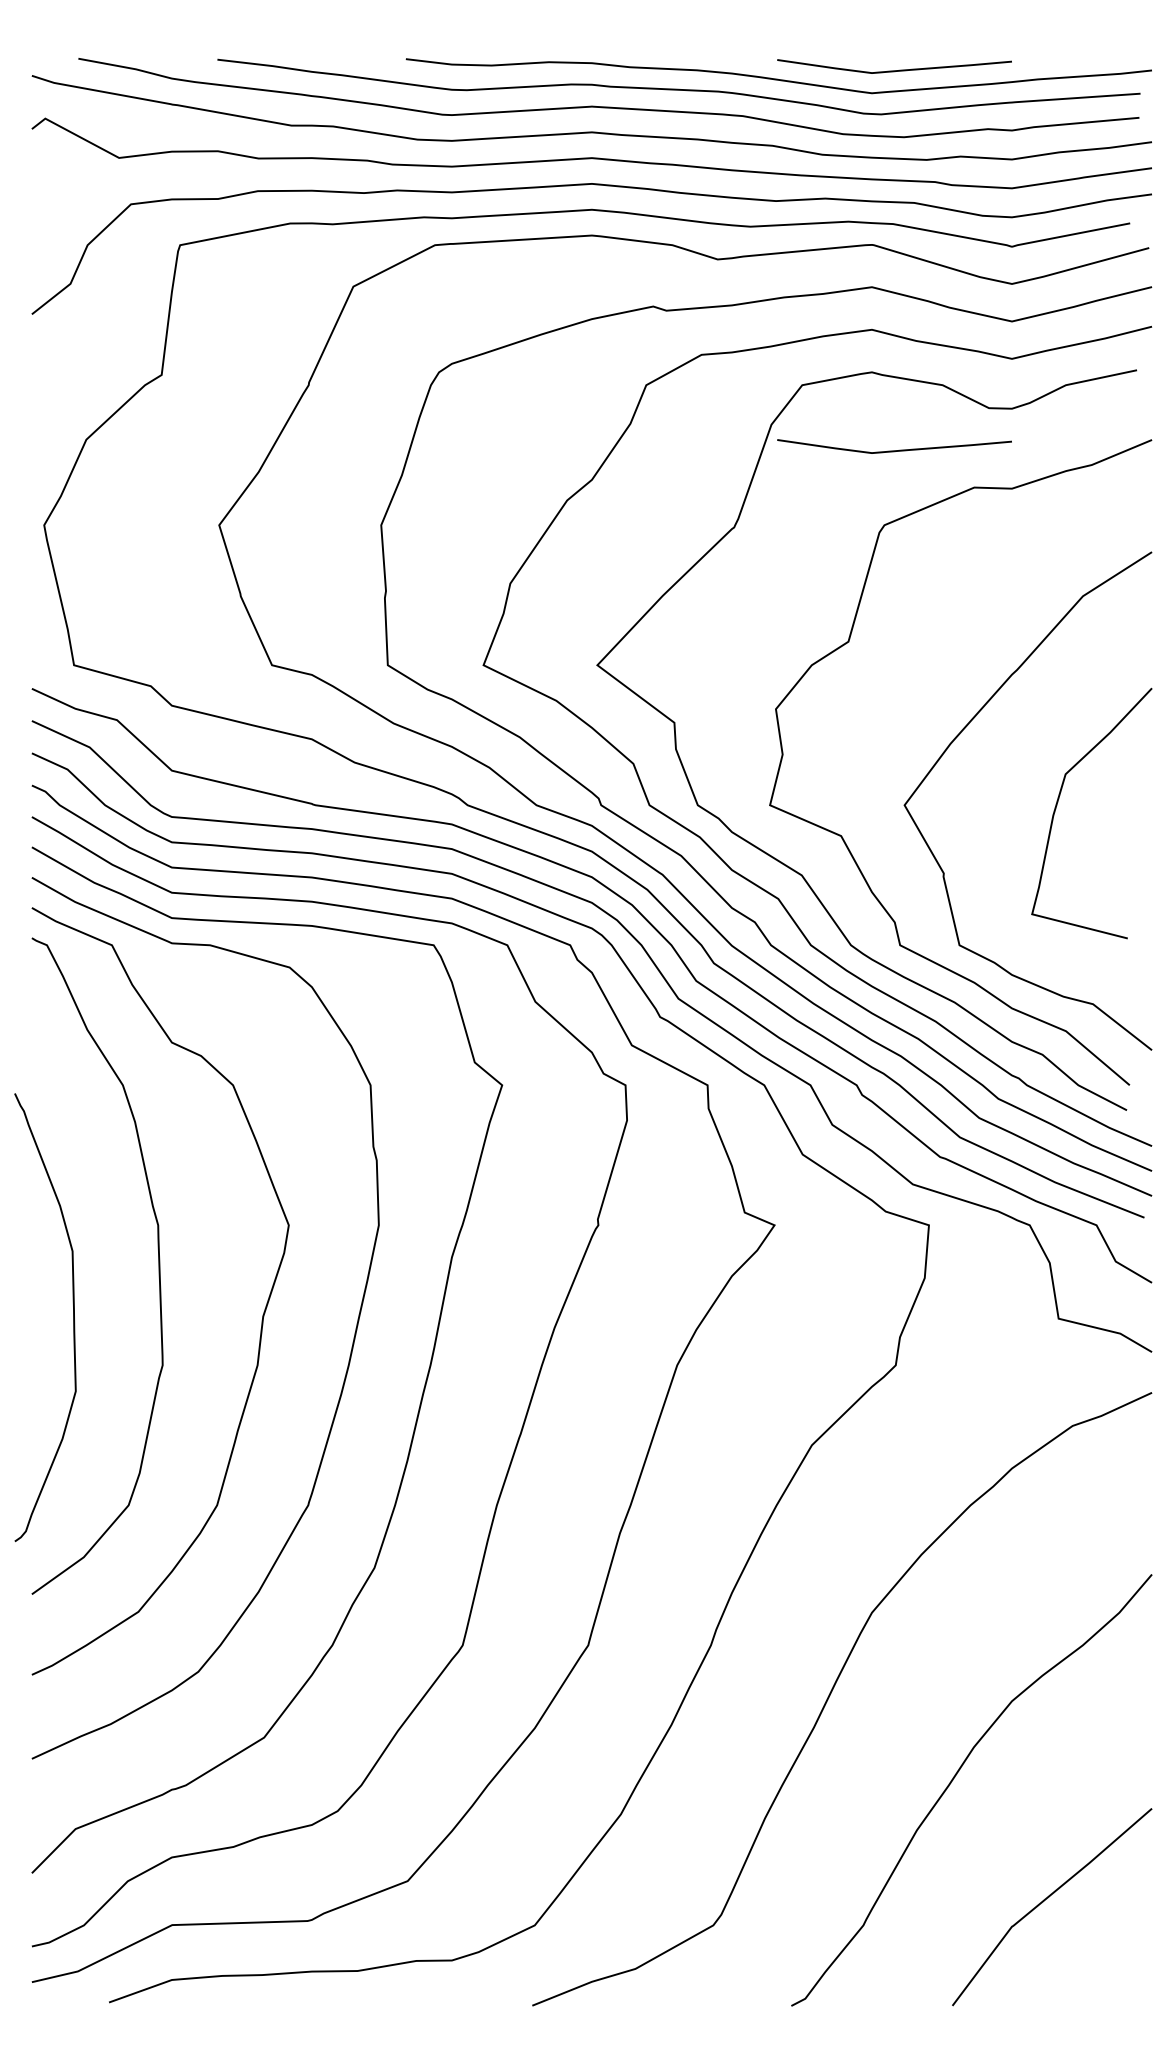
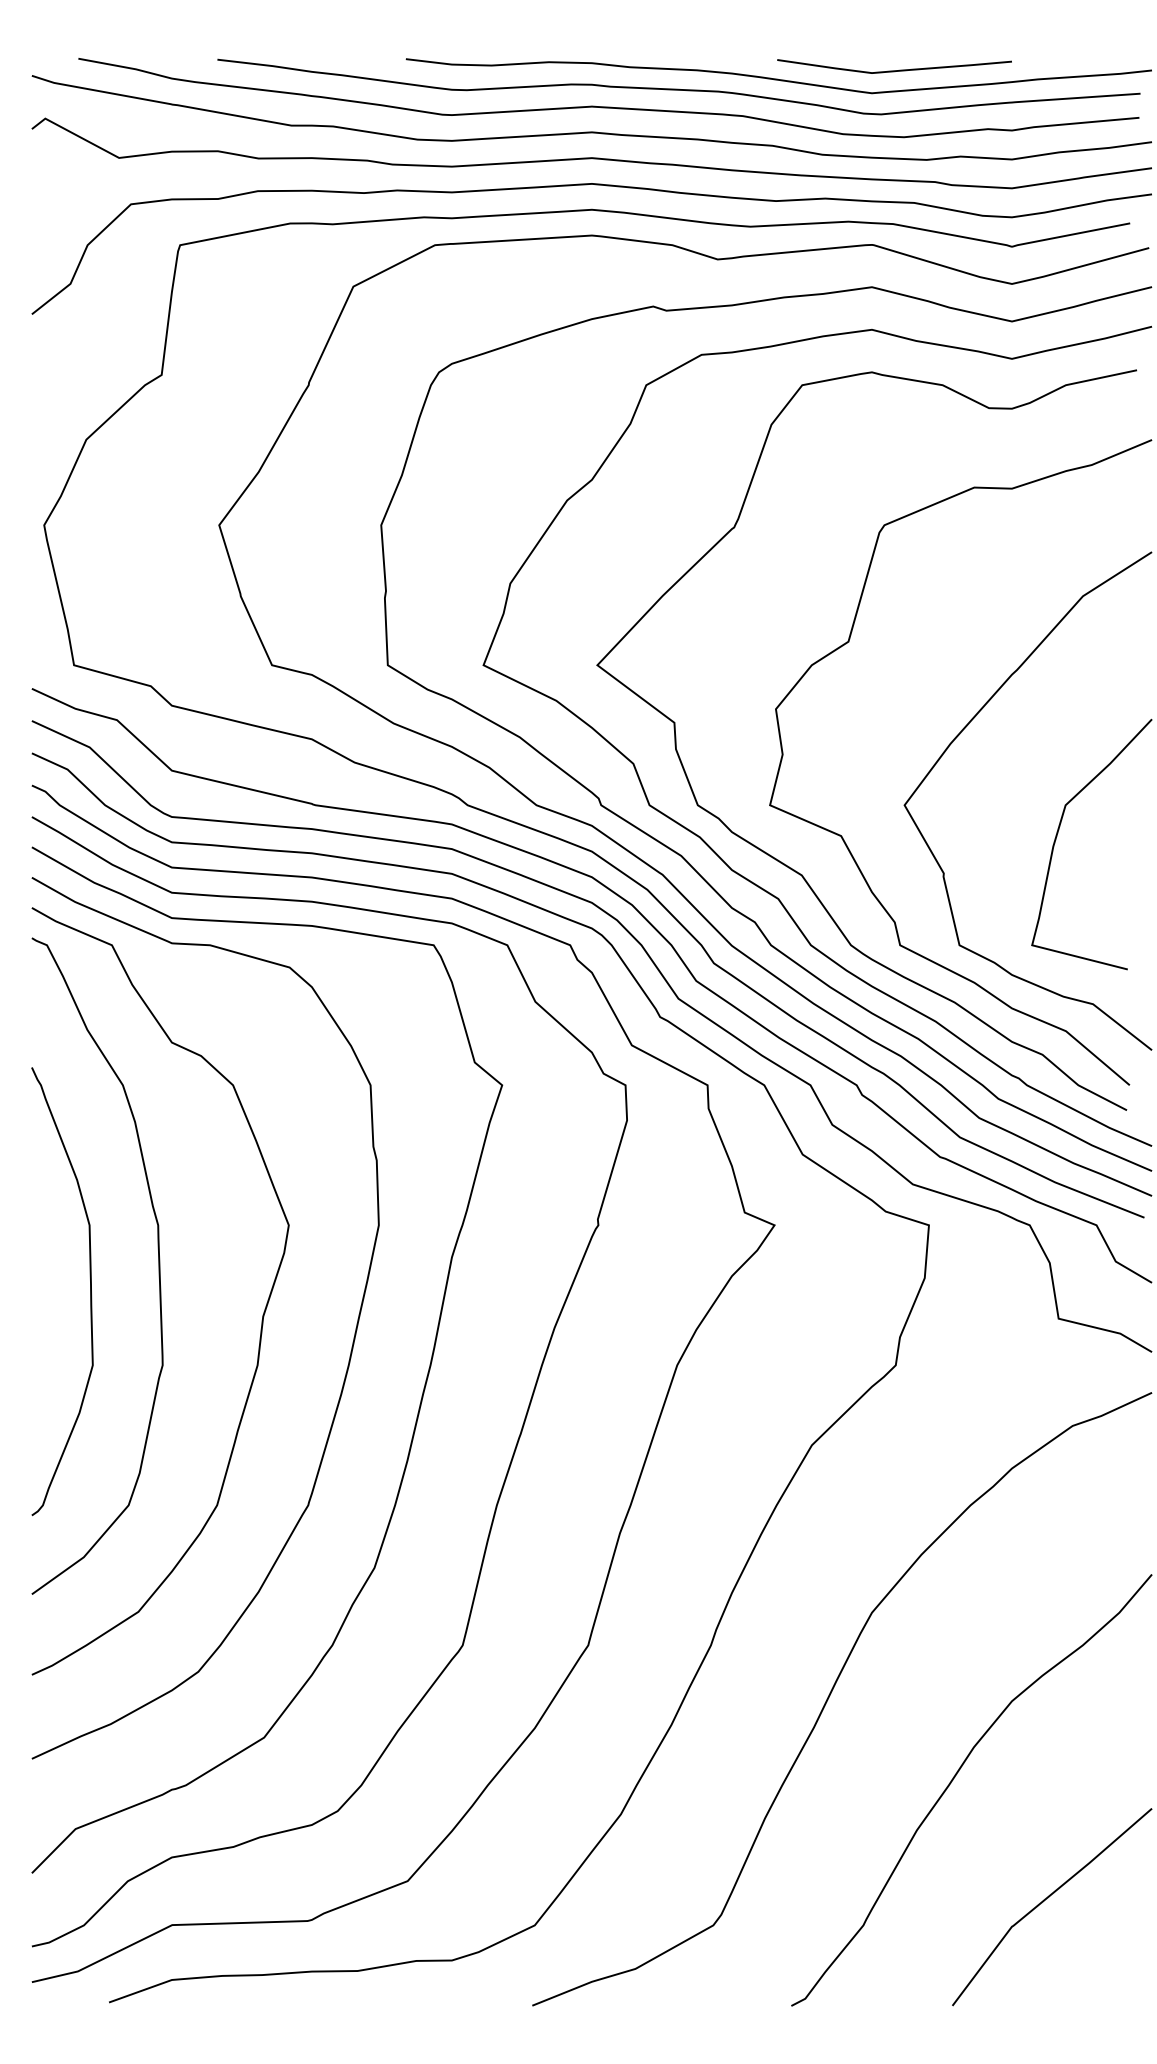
curve at (894, 450): present -> none
curve at (1058, 802) position: (1058, 802) -> (1058, 833)
curve at (73, 1317) position: (73, 1317) -> (90, 1291)
